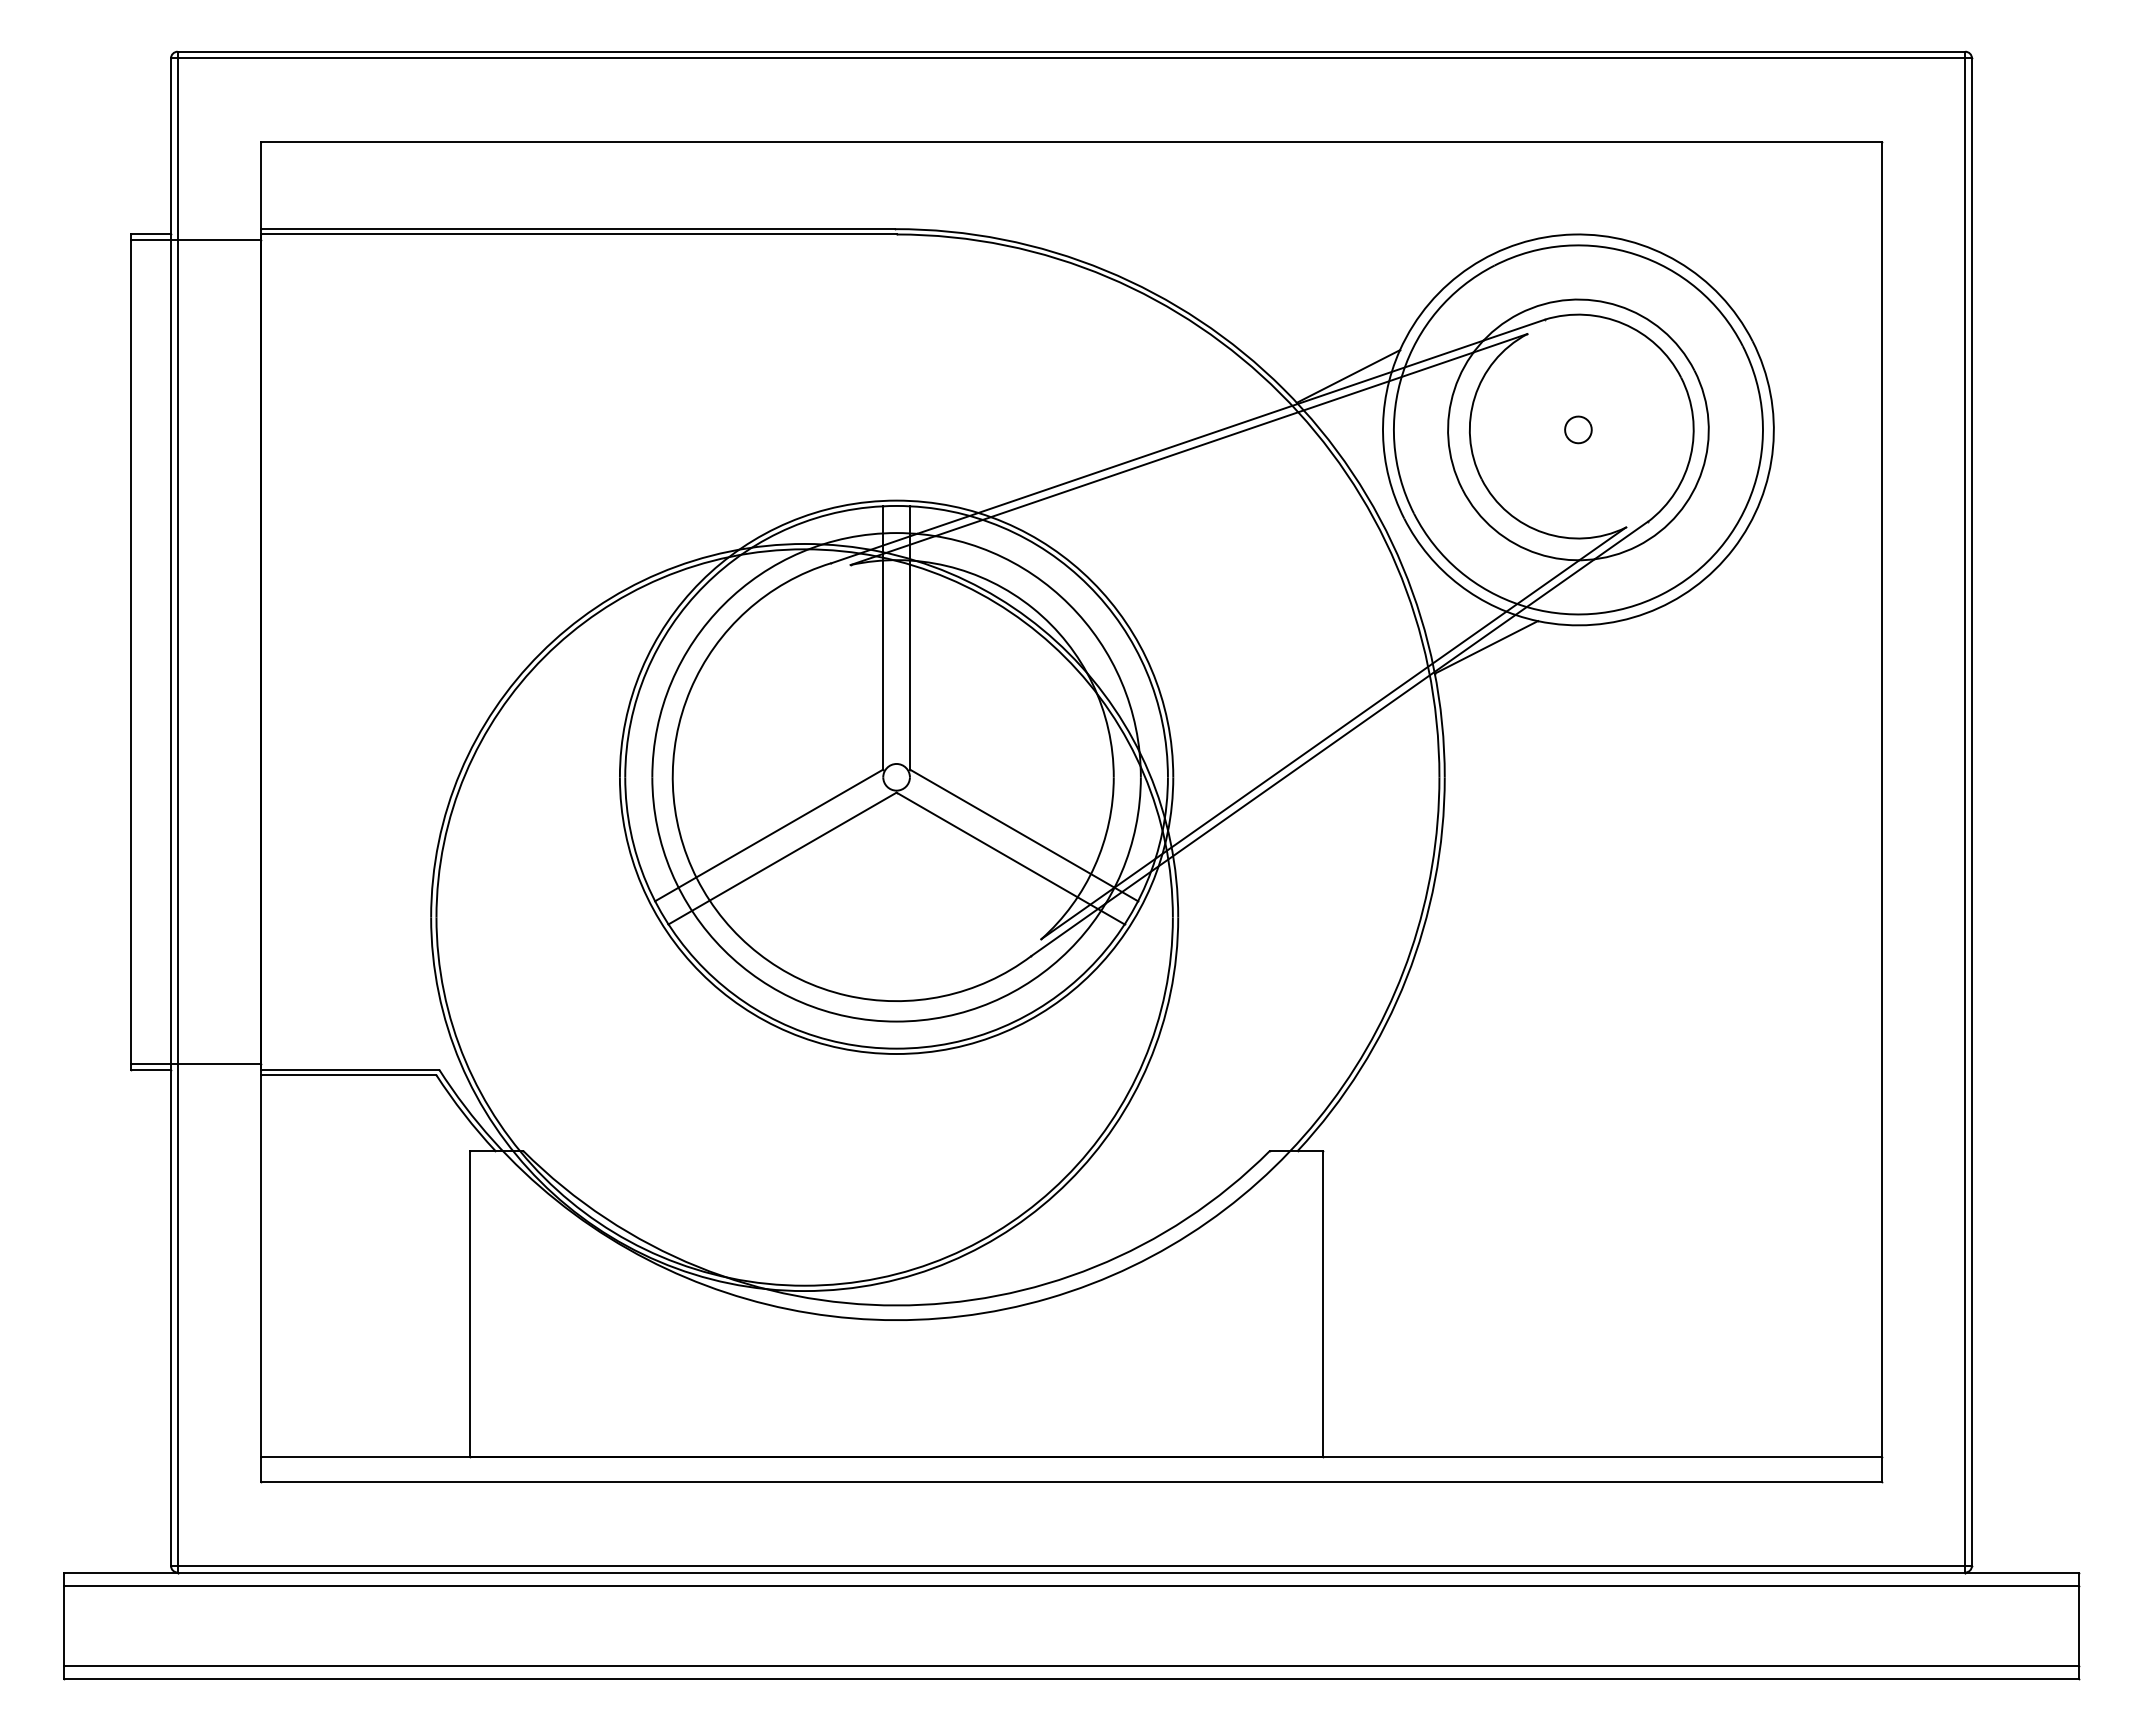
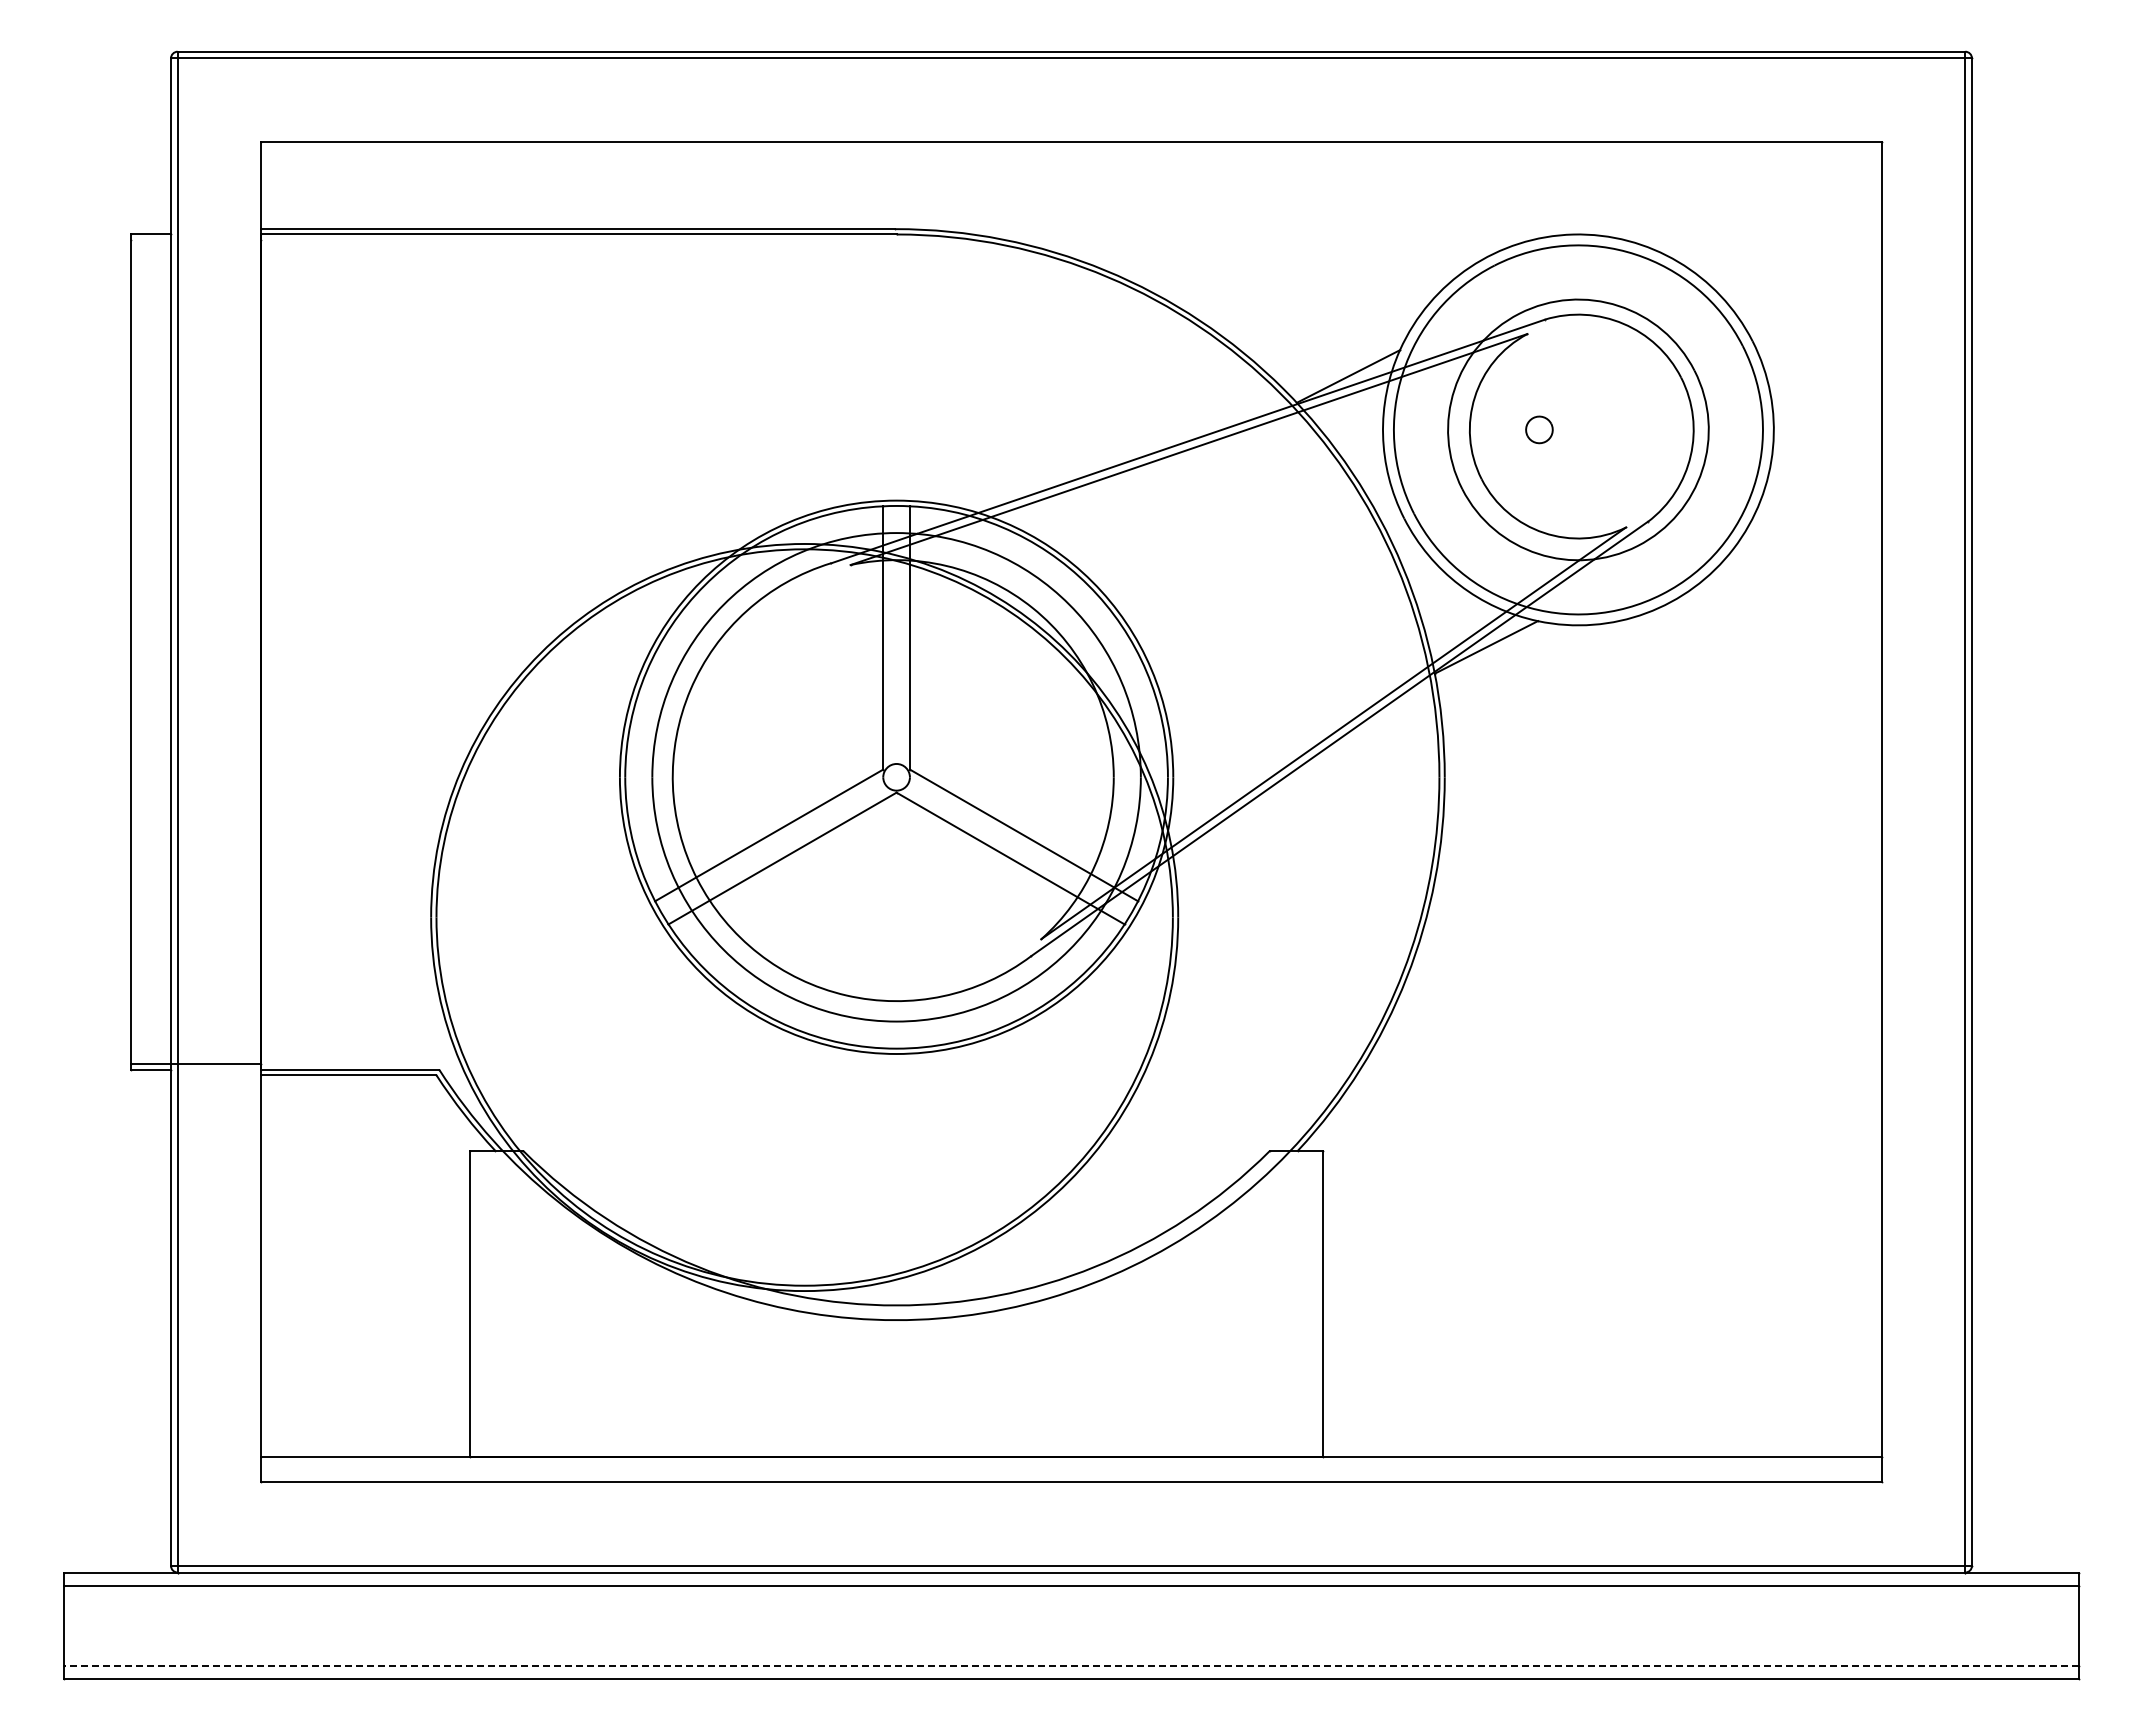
line at (195, 239): present -> none
part at (1578, 429) position: (1578, 429) -> (1539, 429)
line at (1071, 1665): solid -> dashed
